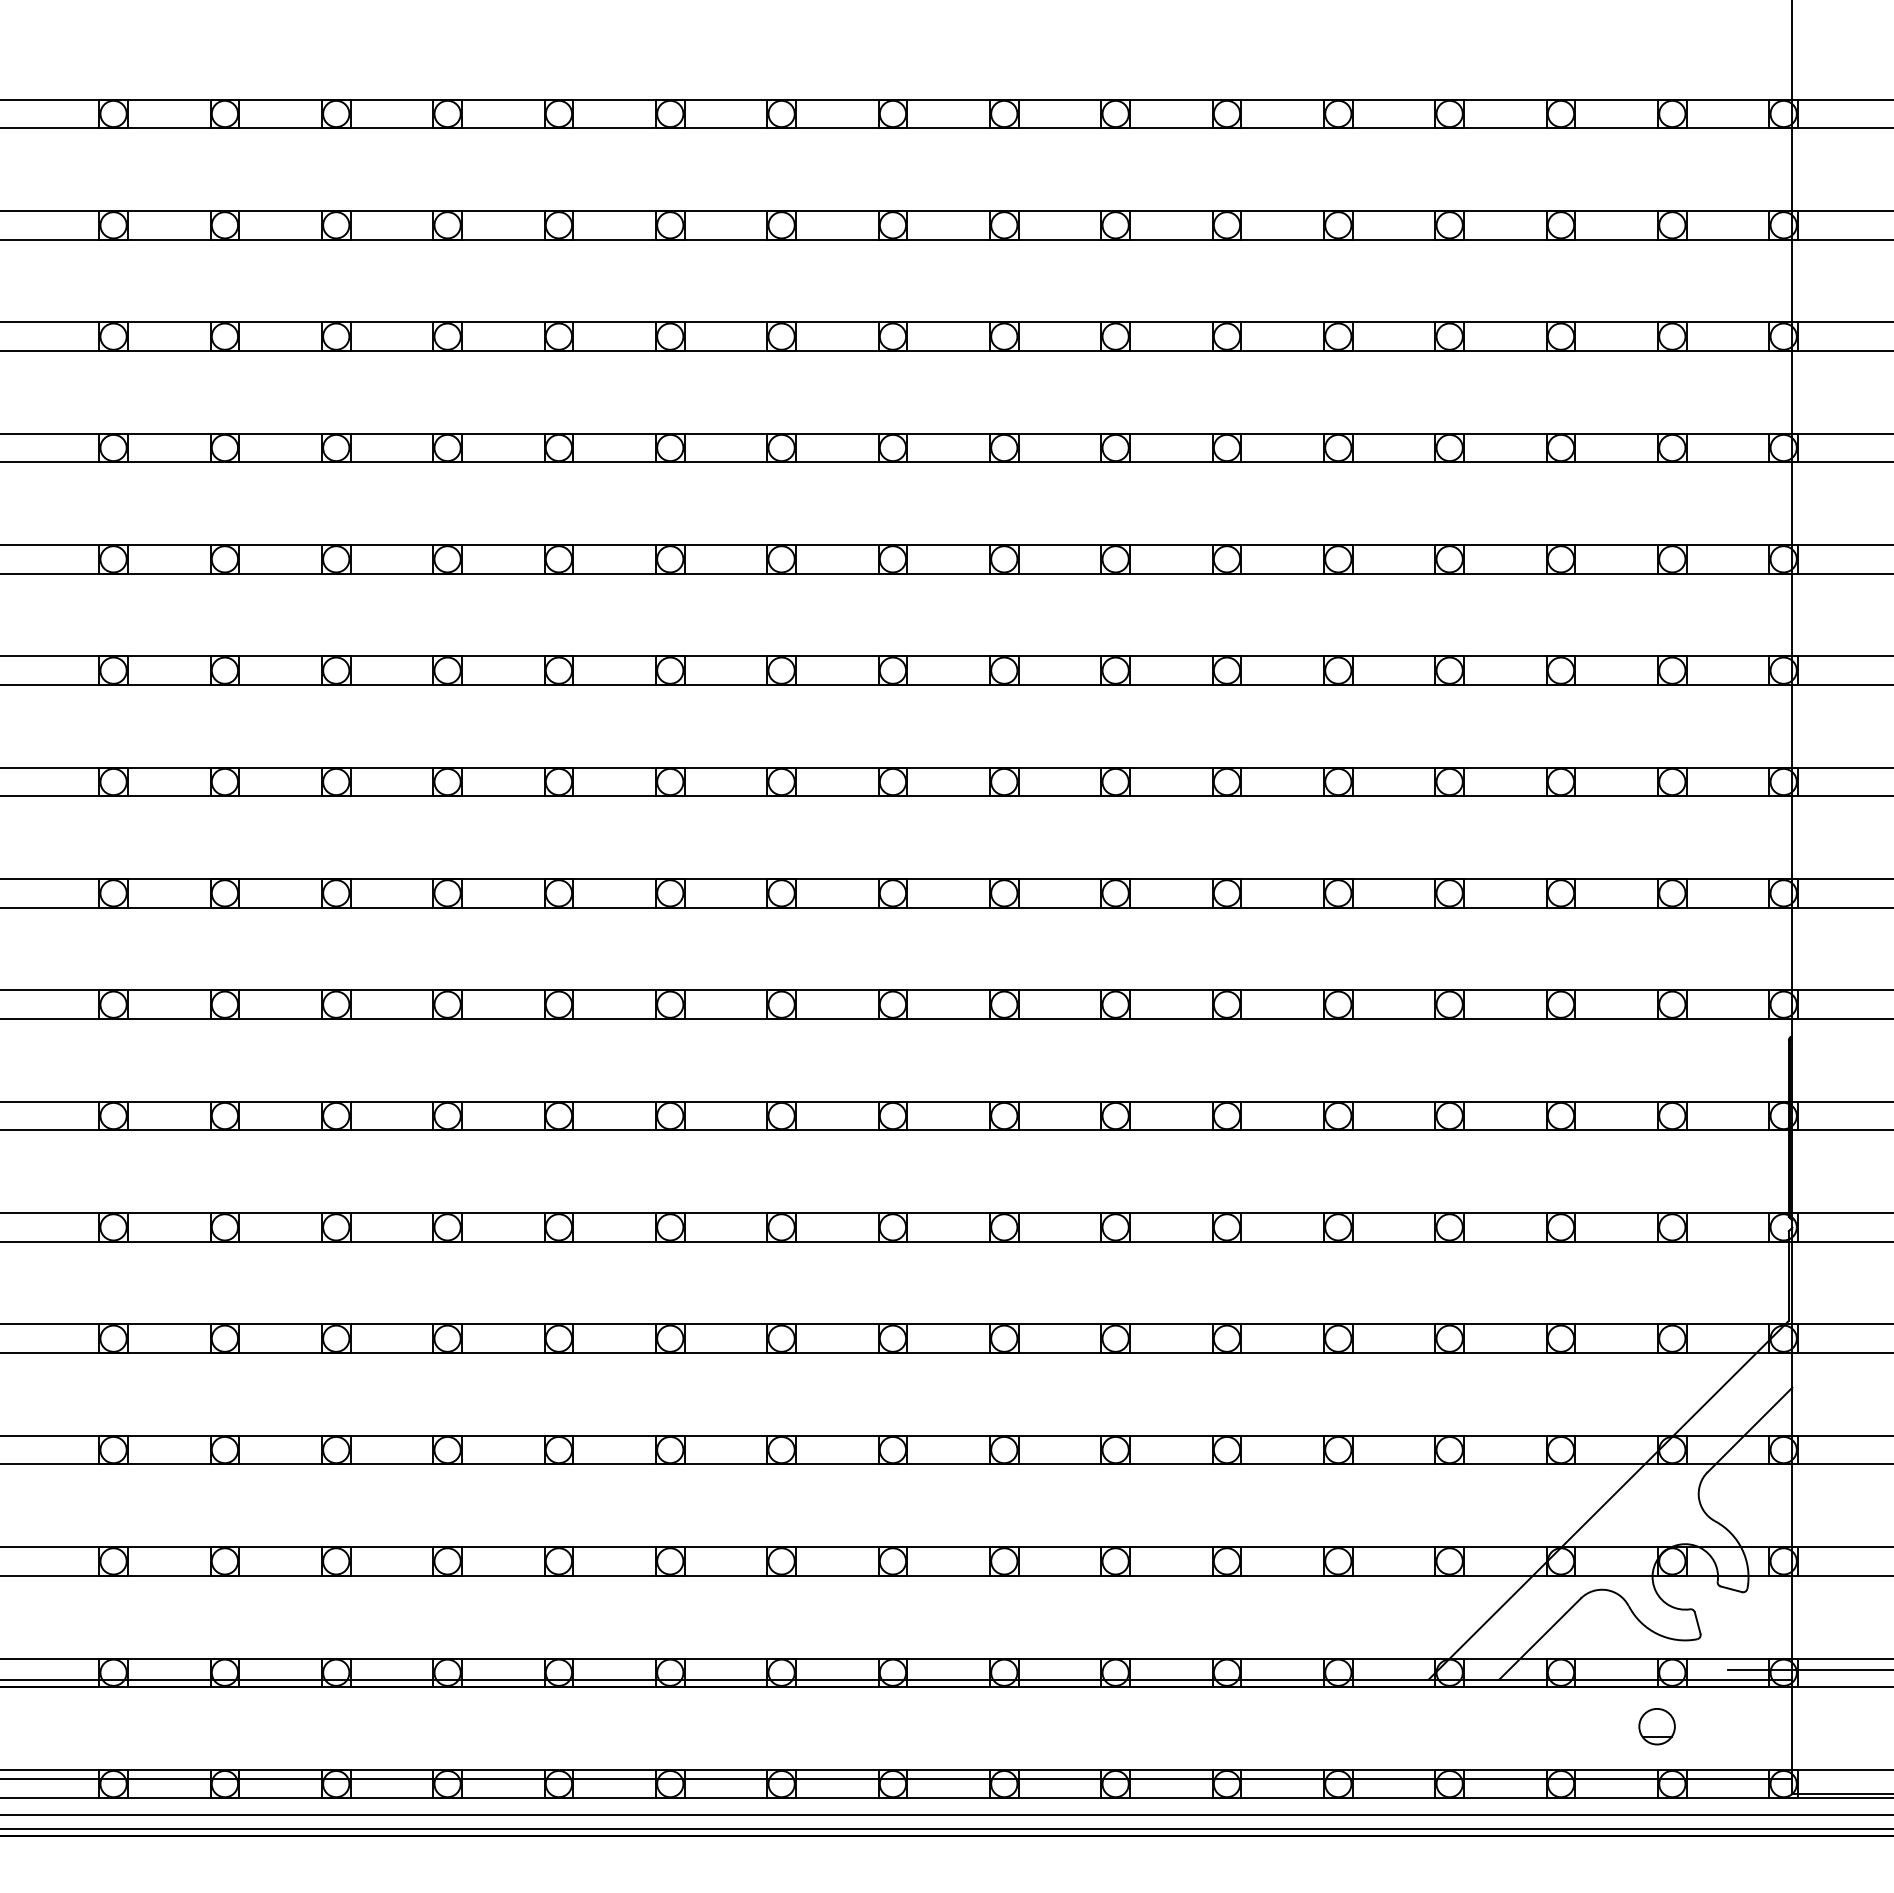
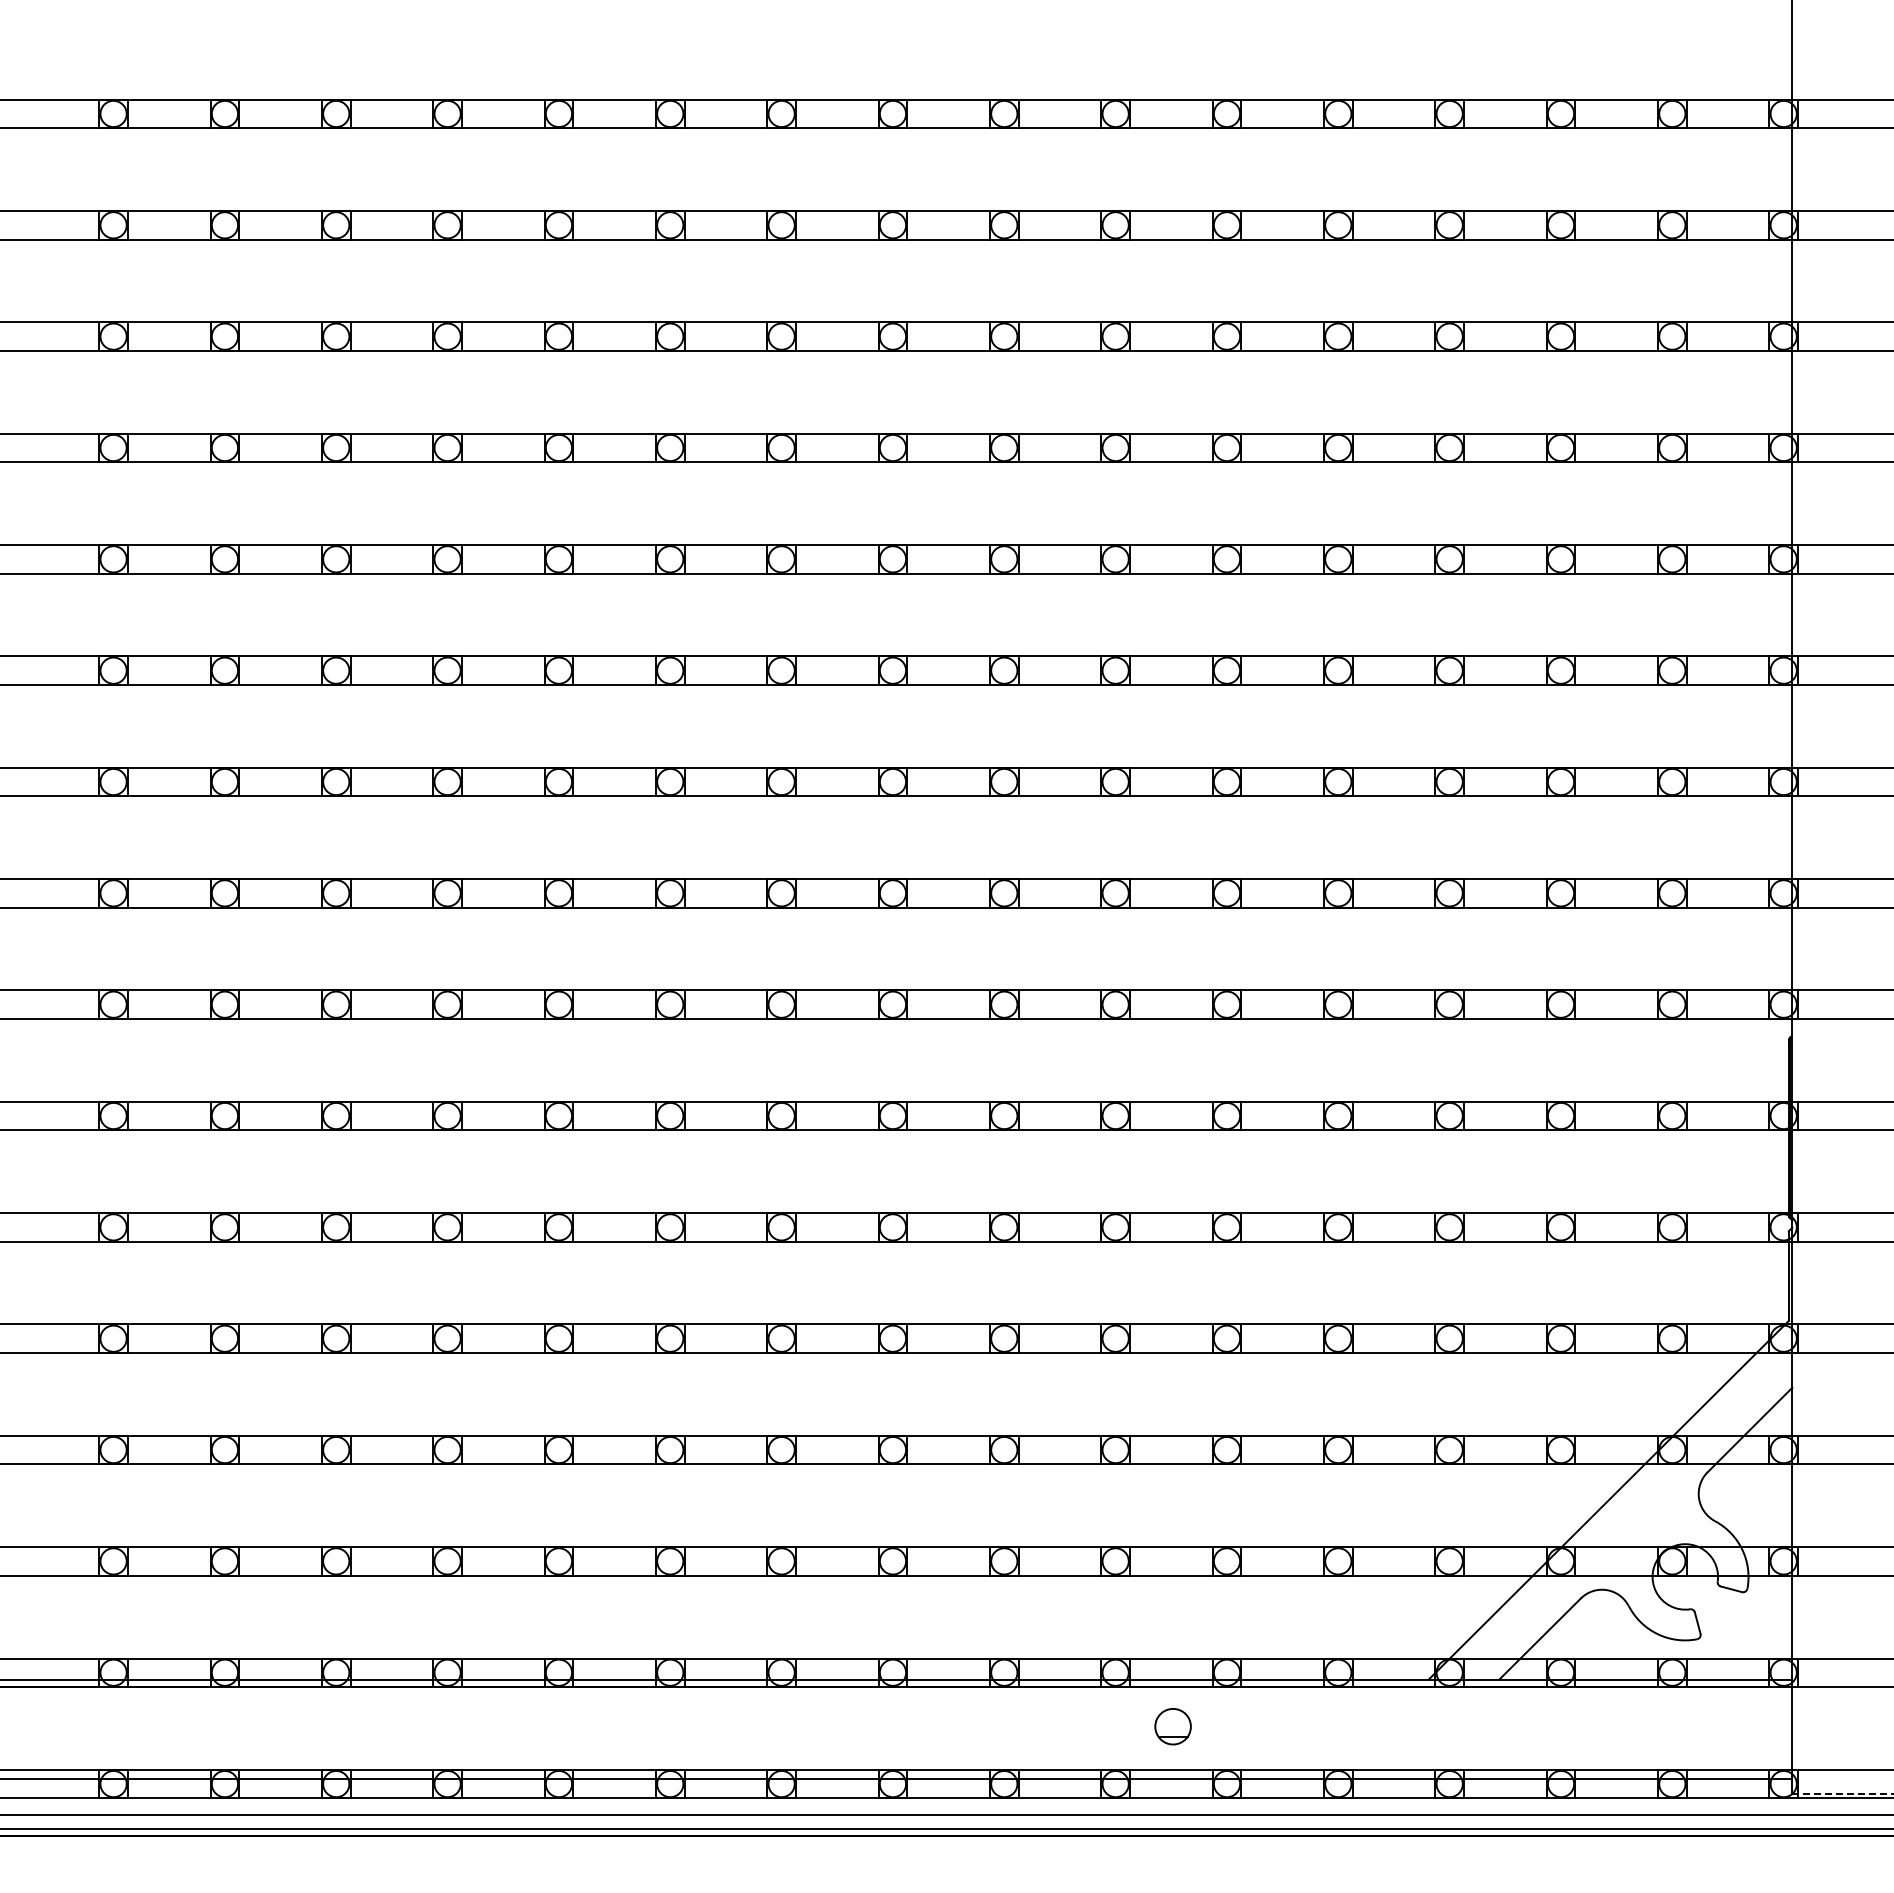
line at (1809, 1669): present -> none
part at (1656, 1726) position: (1656, 1726) -> (1172, 1726)
line at (1843, 1793): solid -> dashed
